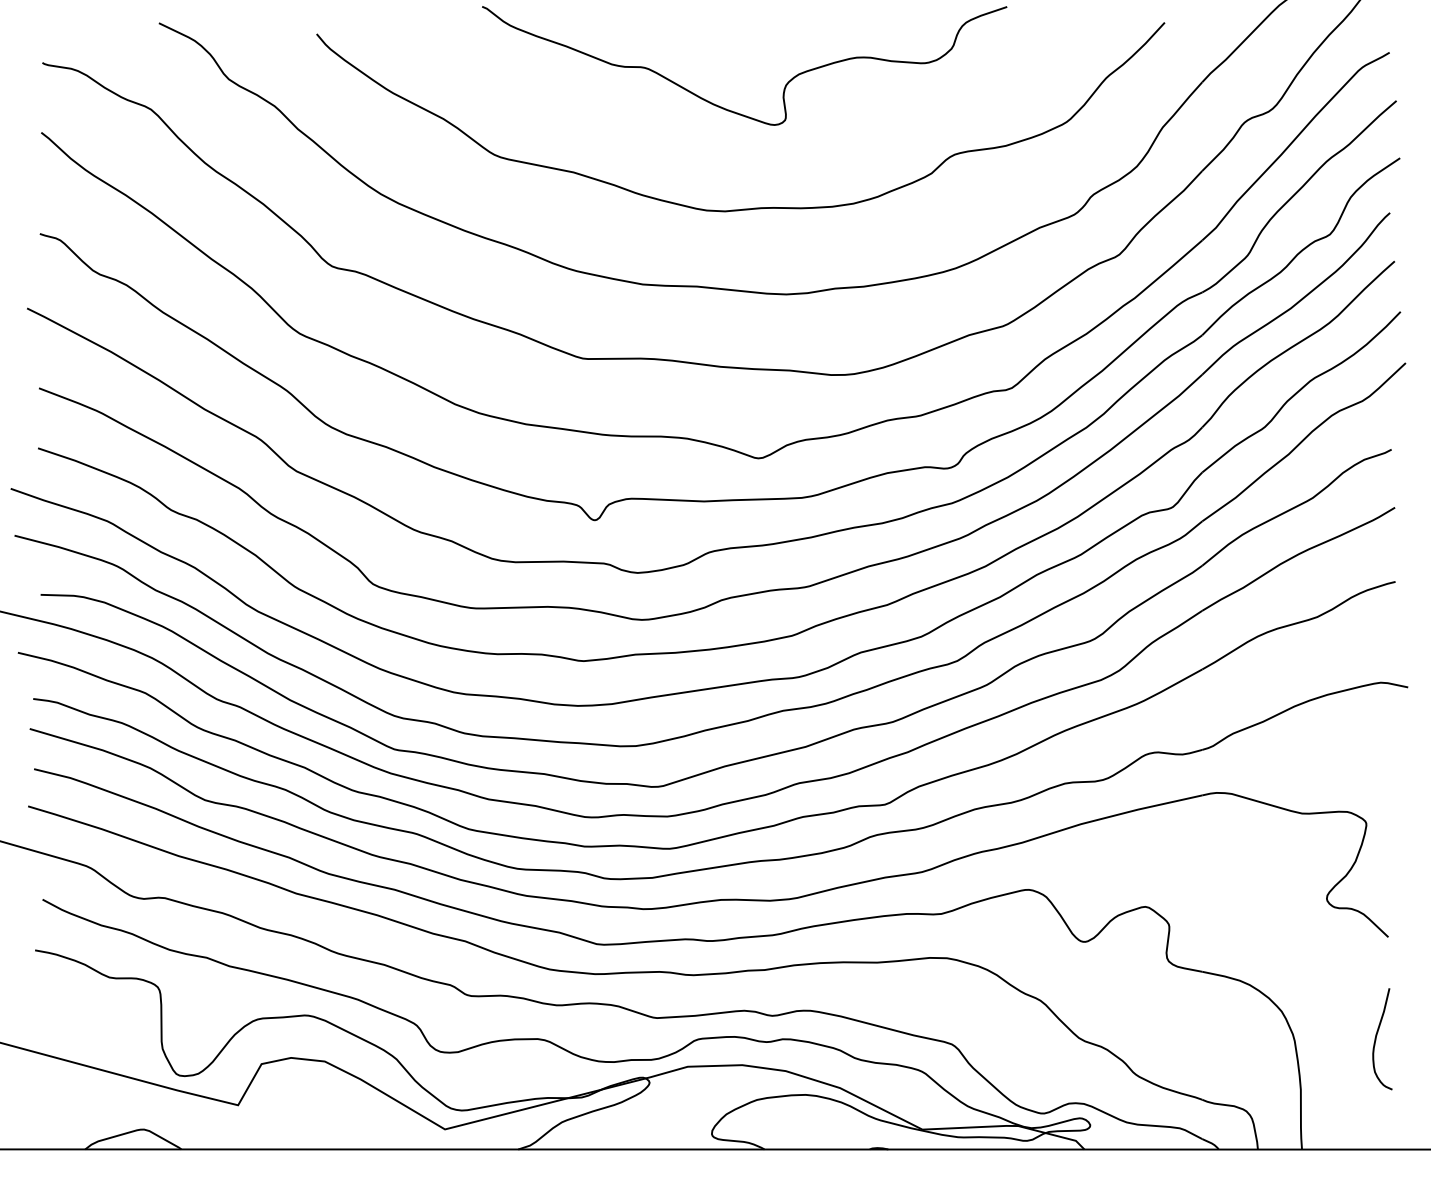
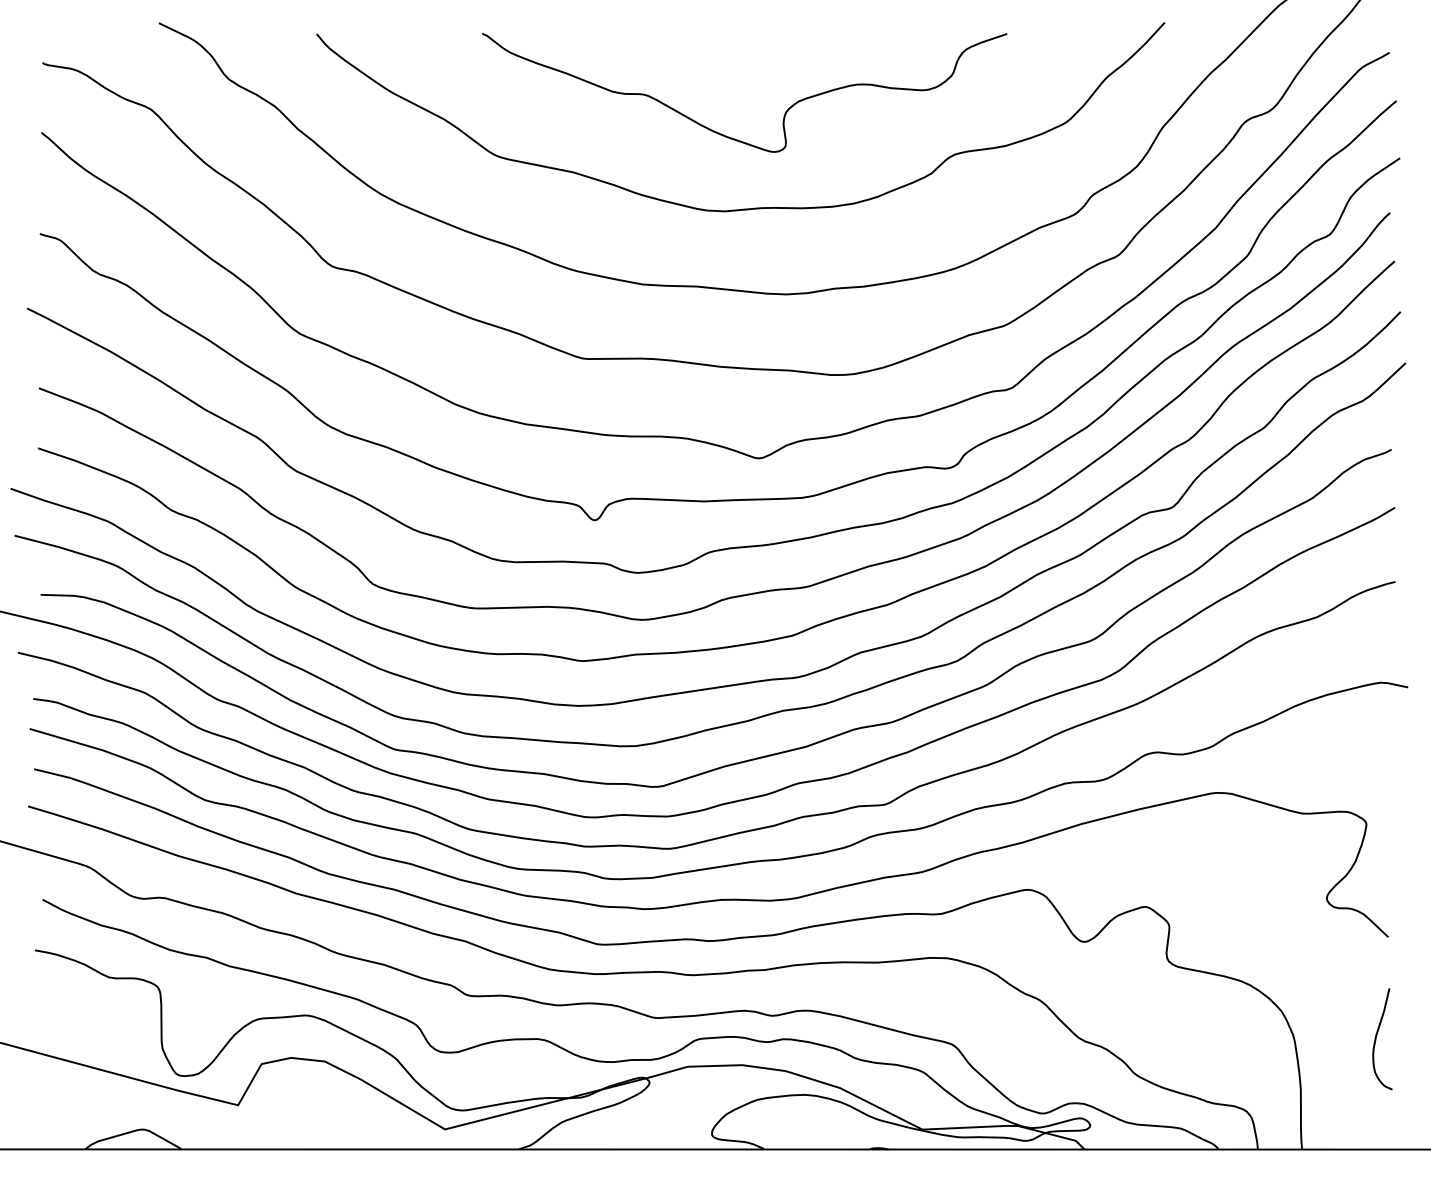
curve at (784, 86) position: (784, 86) -> (784, 113)
